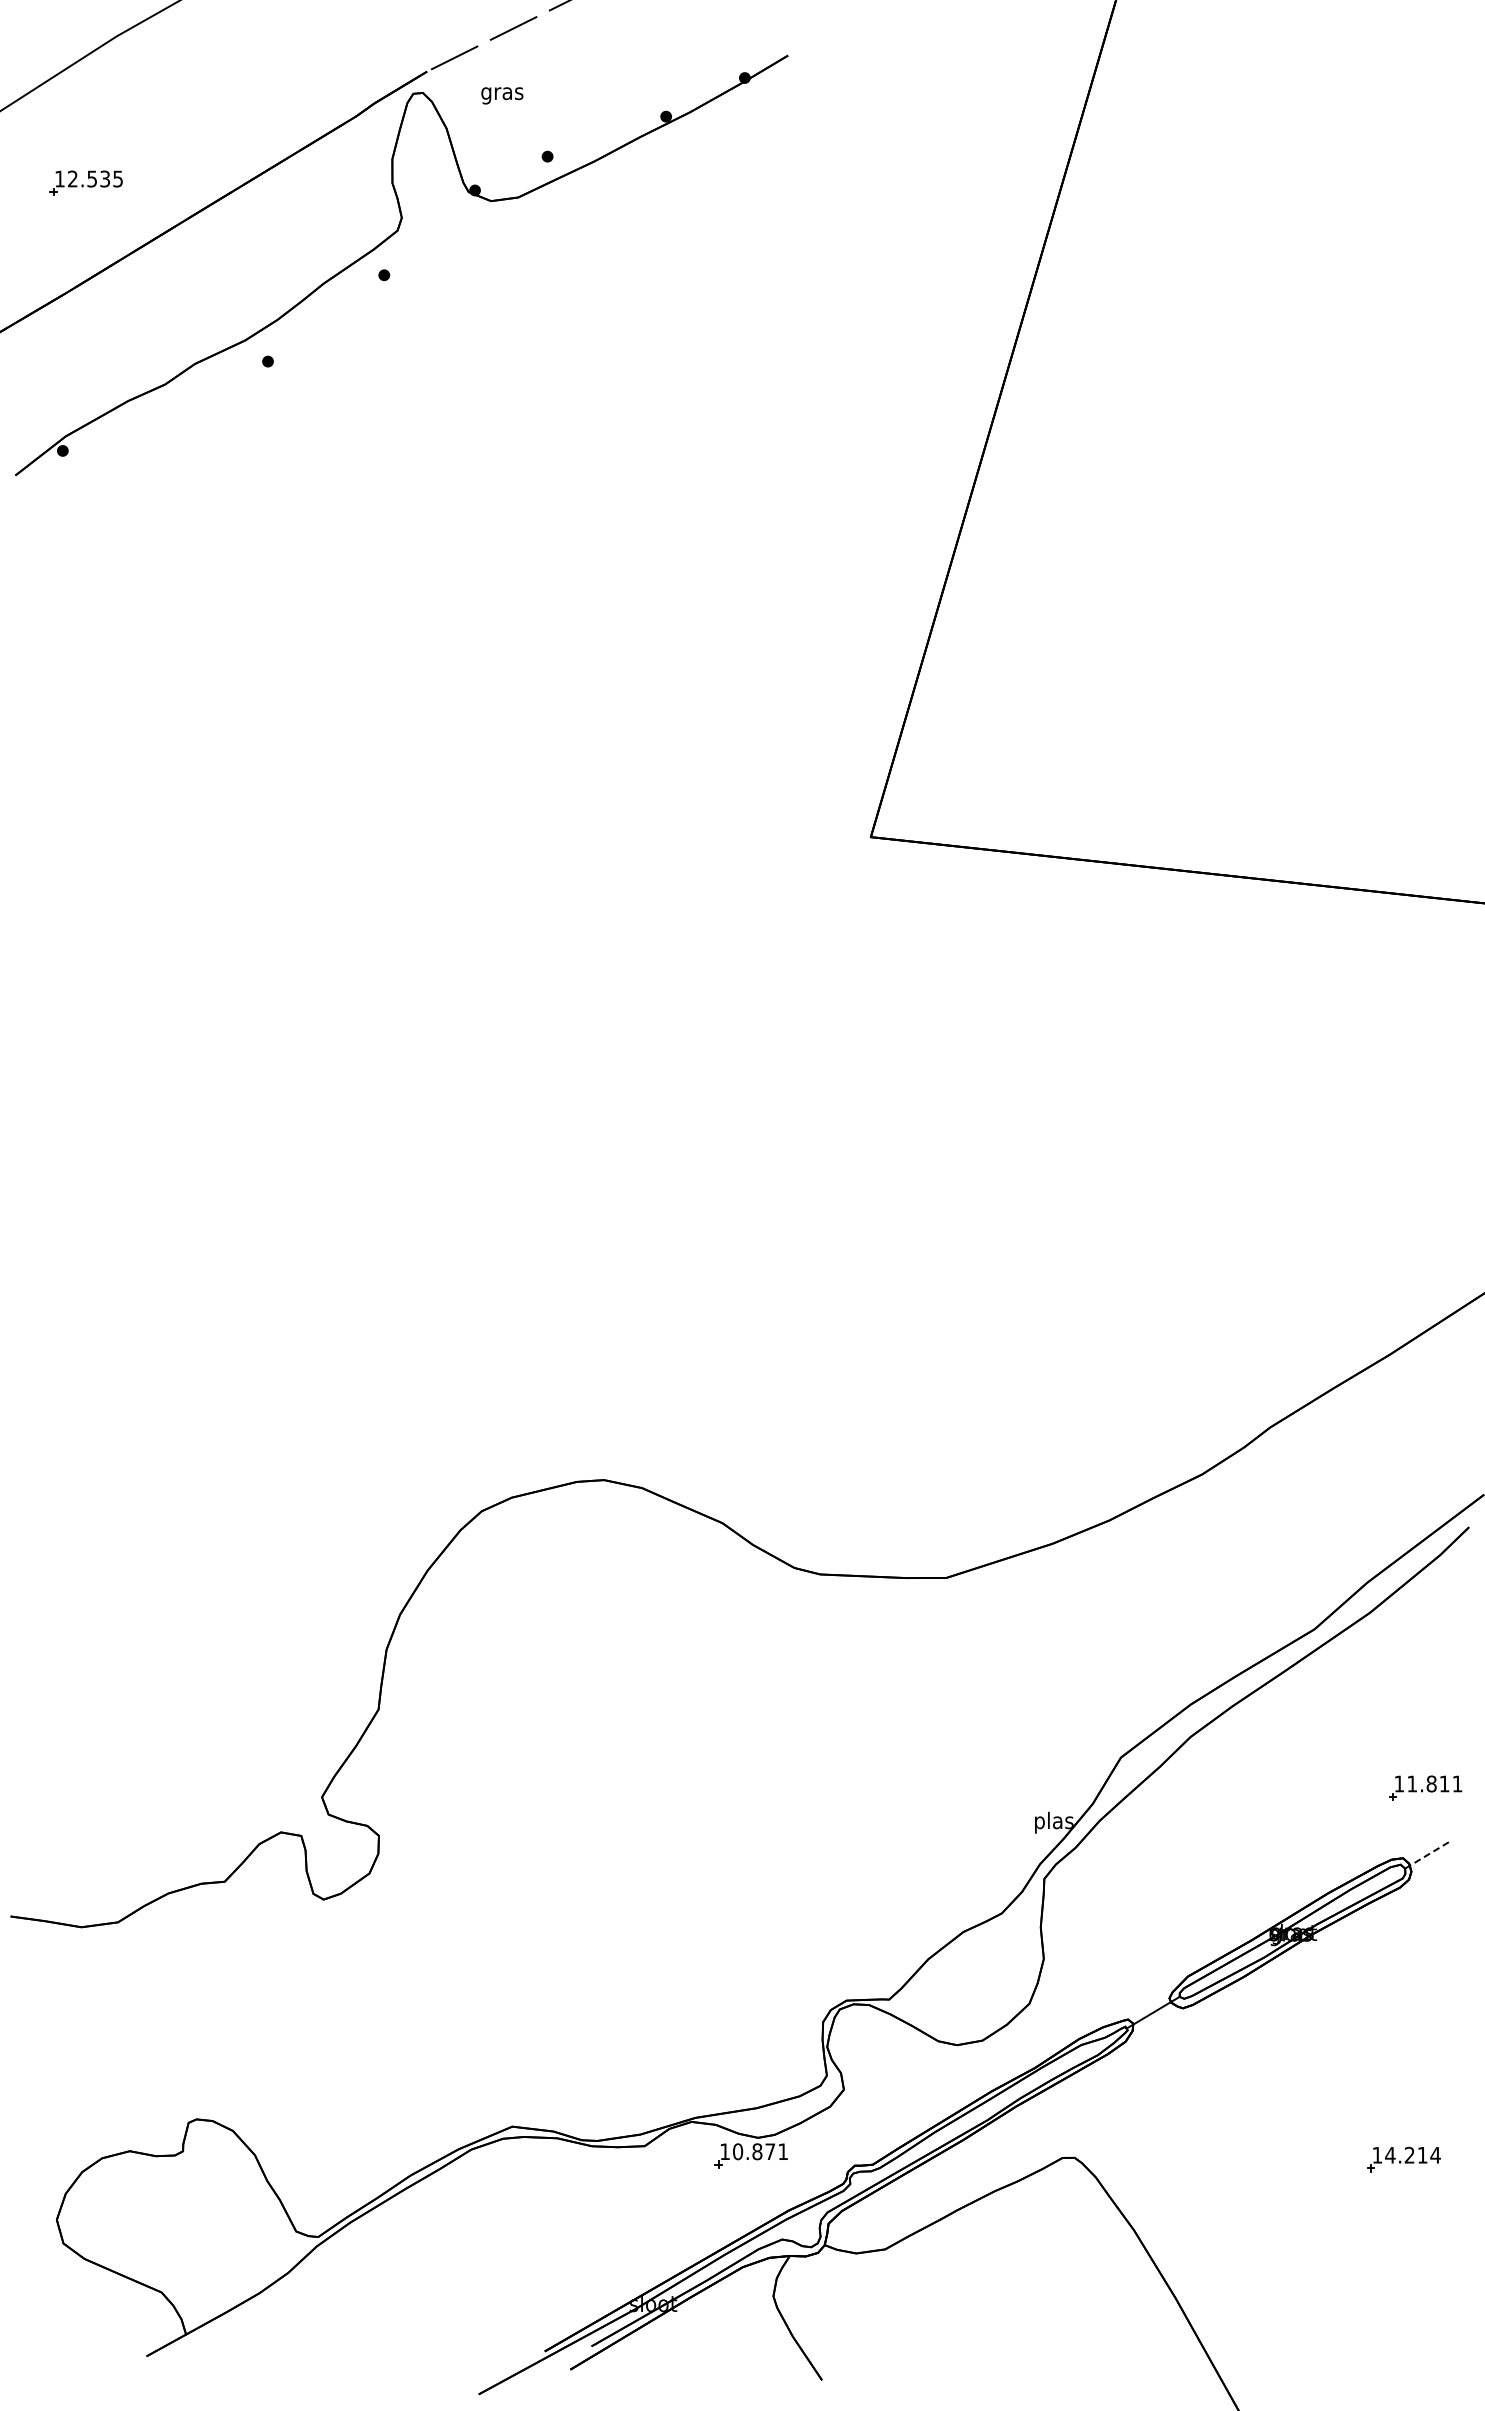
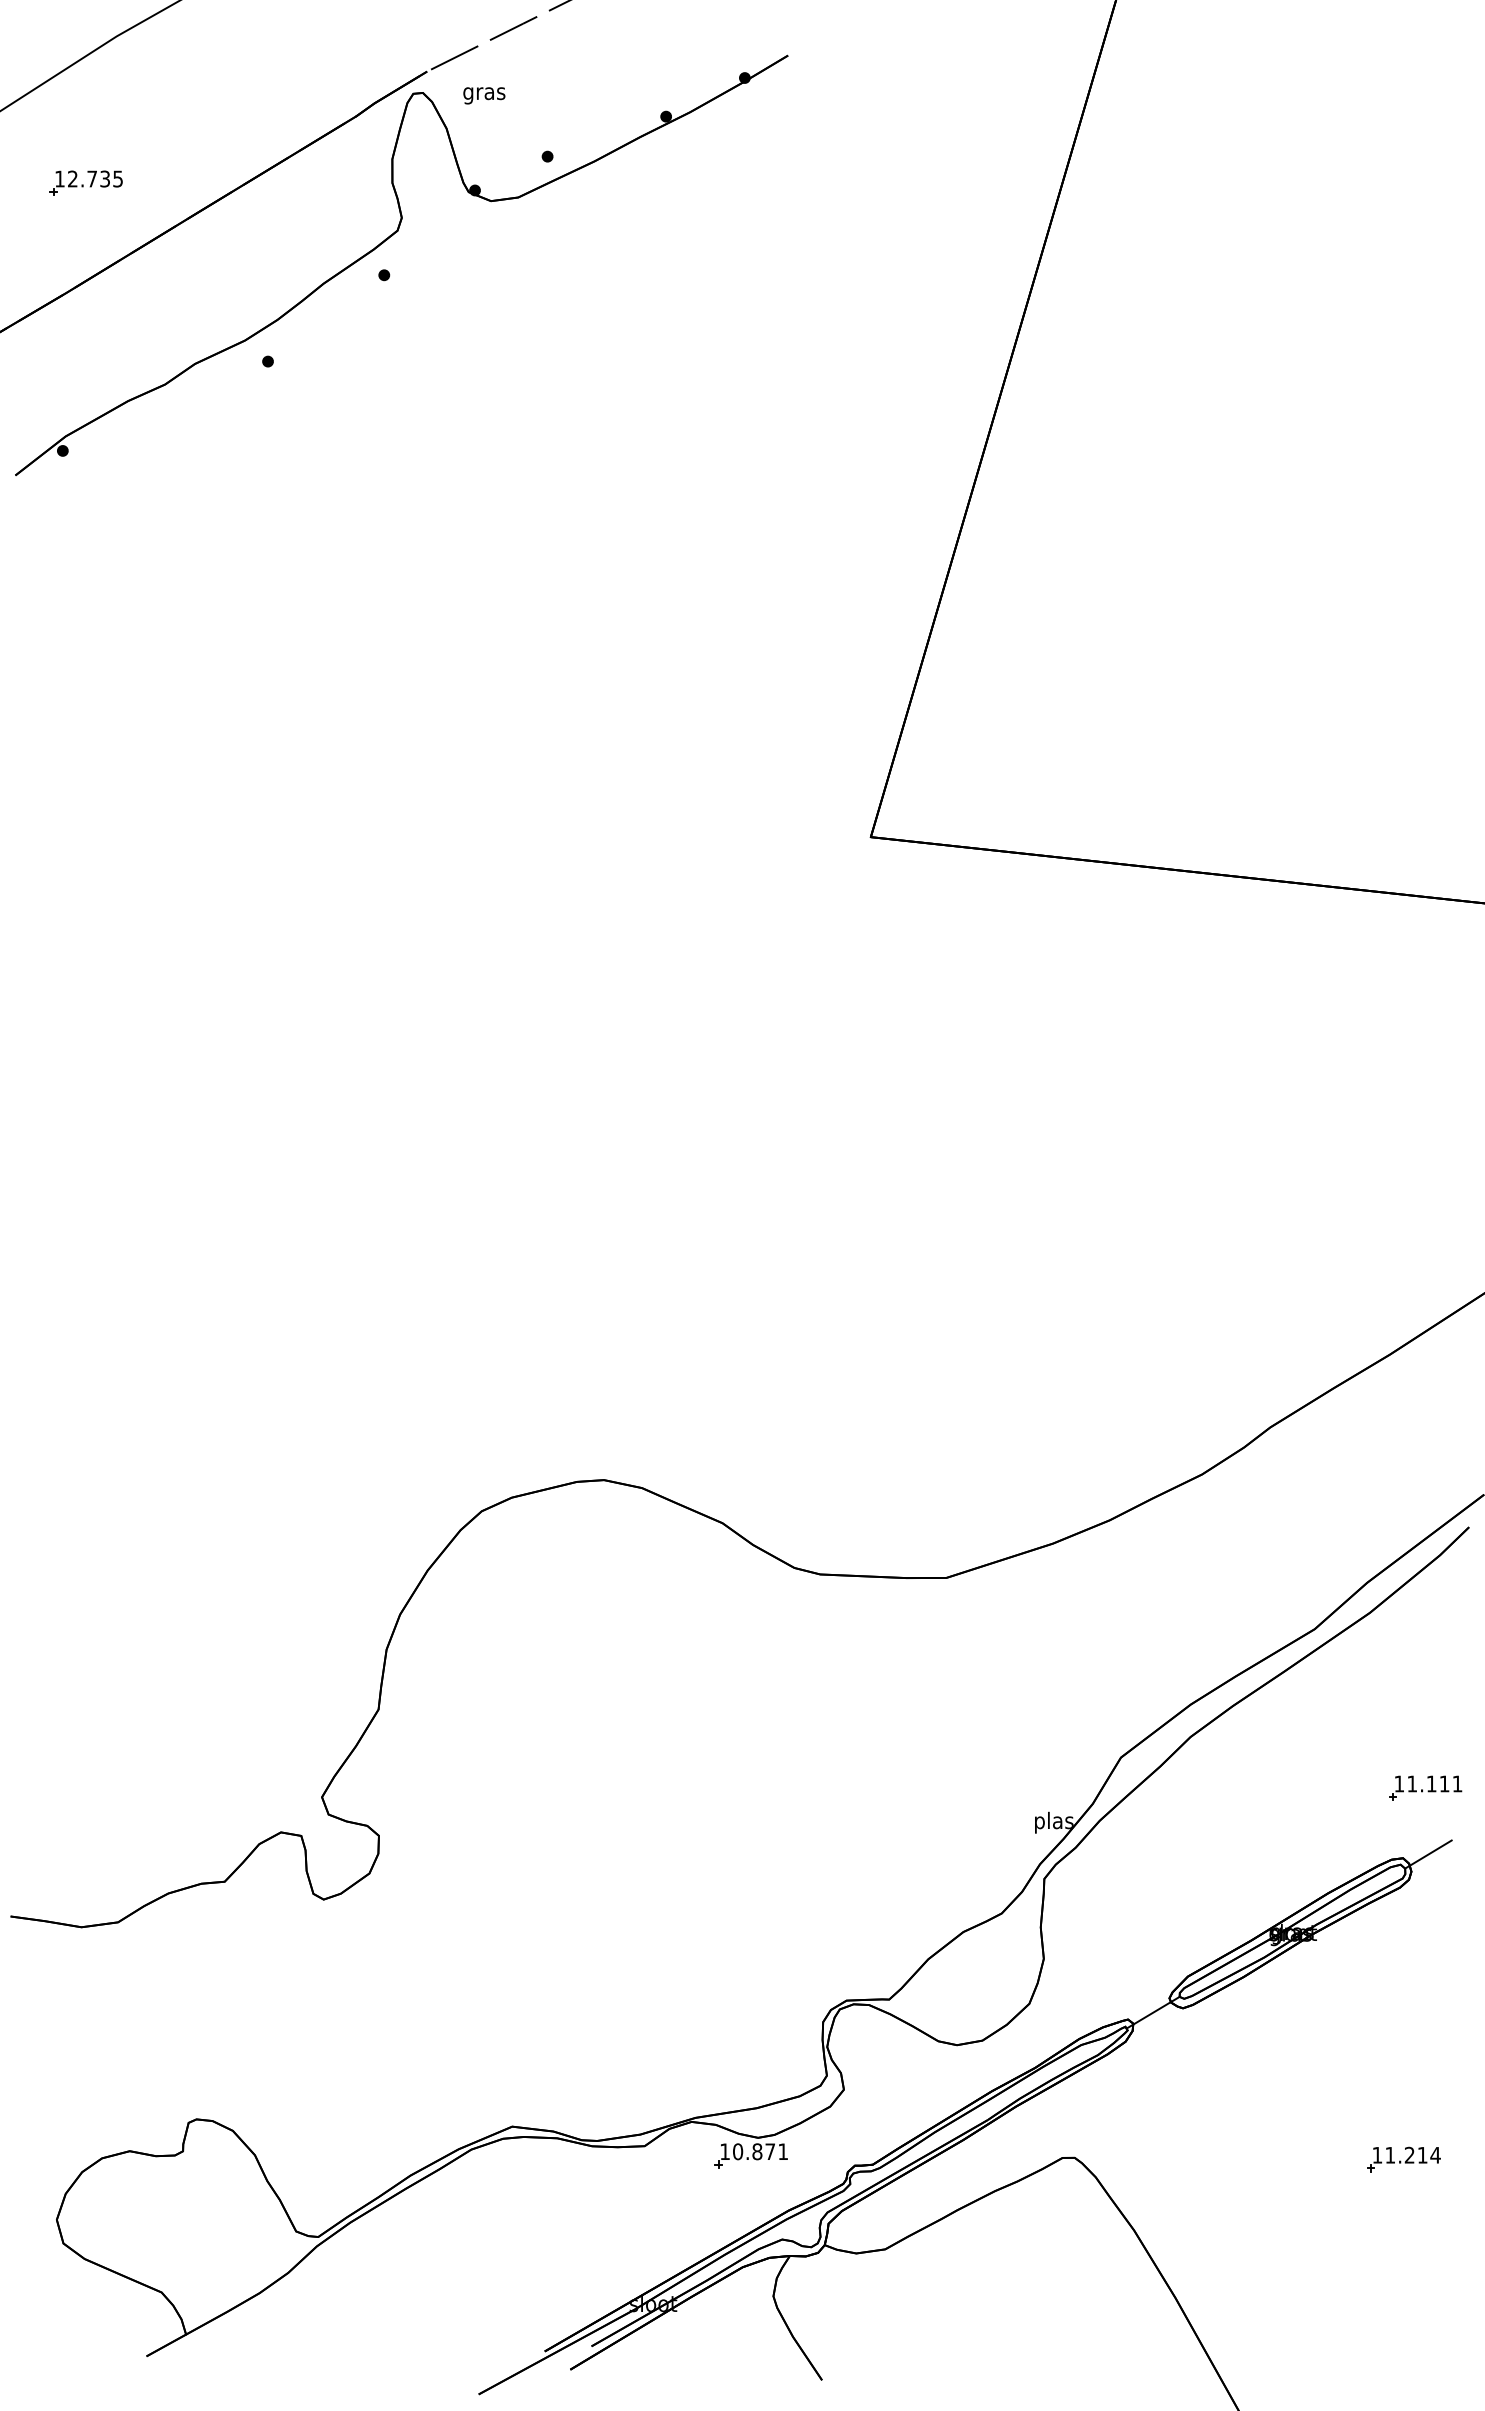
text at (502, 95) position: (502, 95) -> (484, 95)
text at (91, 178): 12.535 -> 12.735
text at (1431, 1783): 11.811 -> 11.111
line at (1428, 1854): dashed -> solid
text at (1390, 2155): 14.214 -> 11.214
